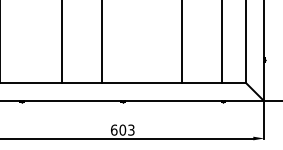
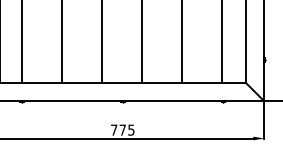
line at (21, 42): none -> present
line at (142, 42): none -> present
text at (122, 129): 603 -> 775
